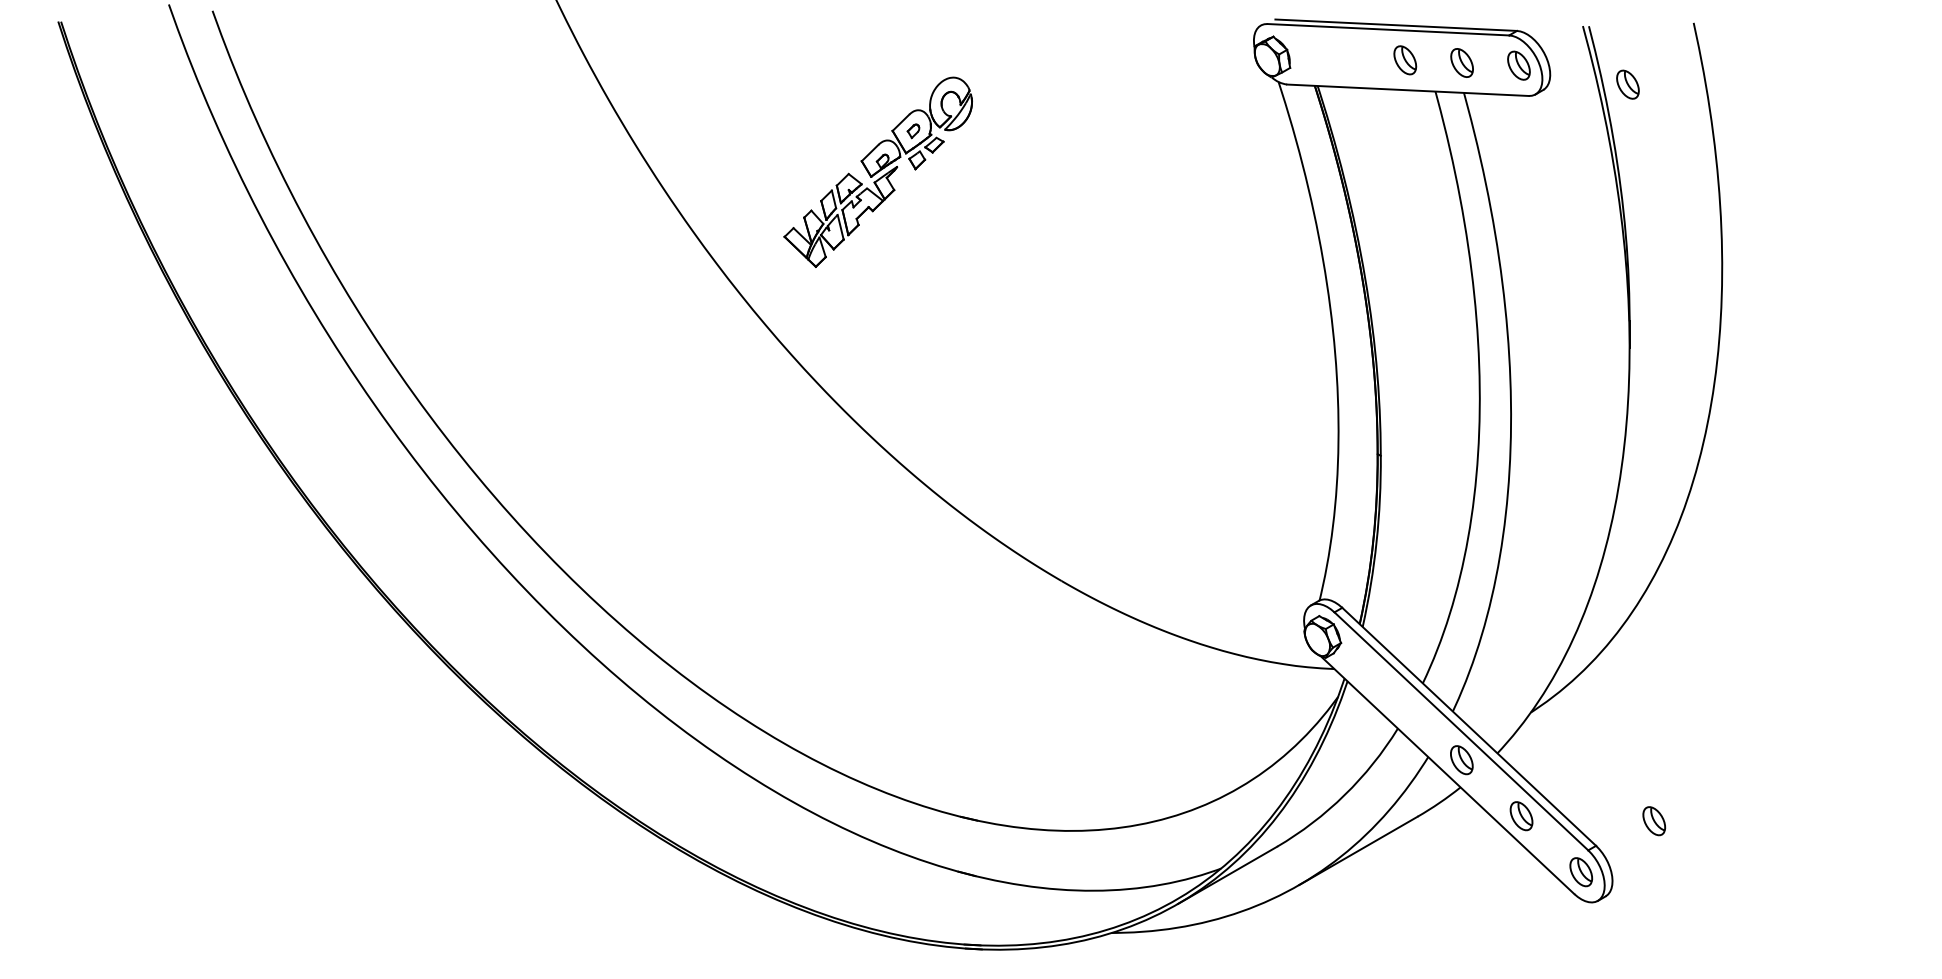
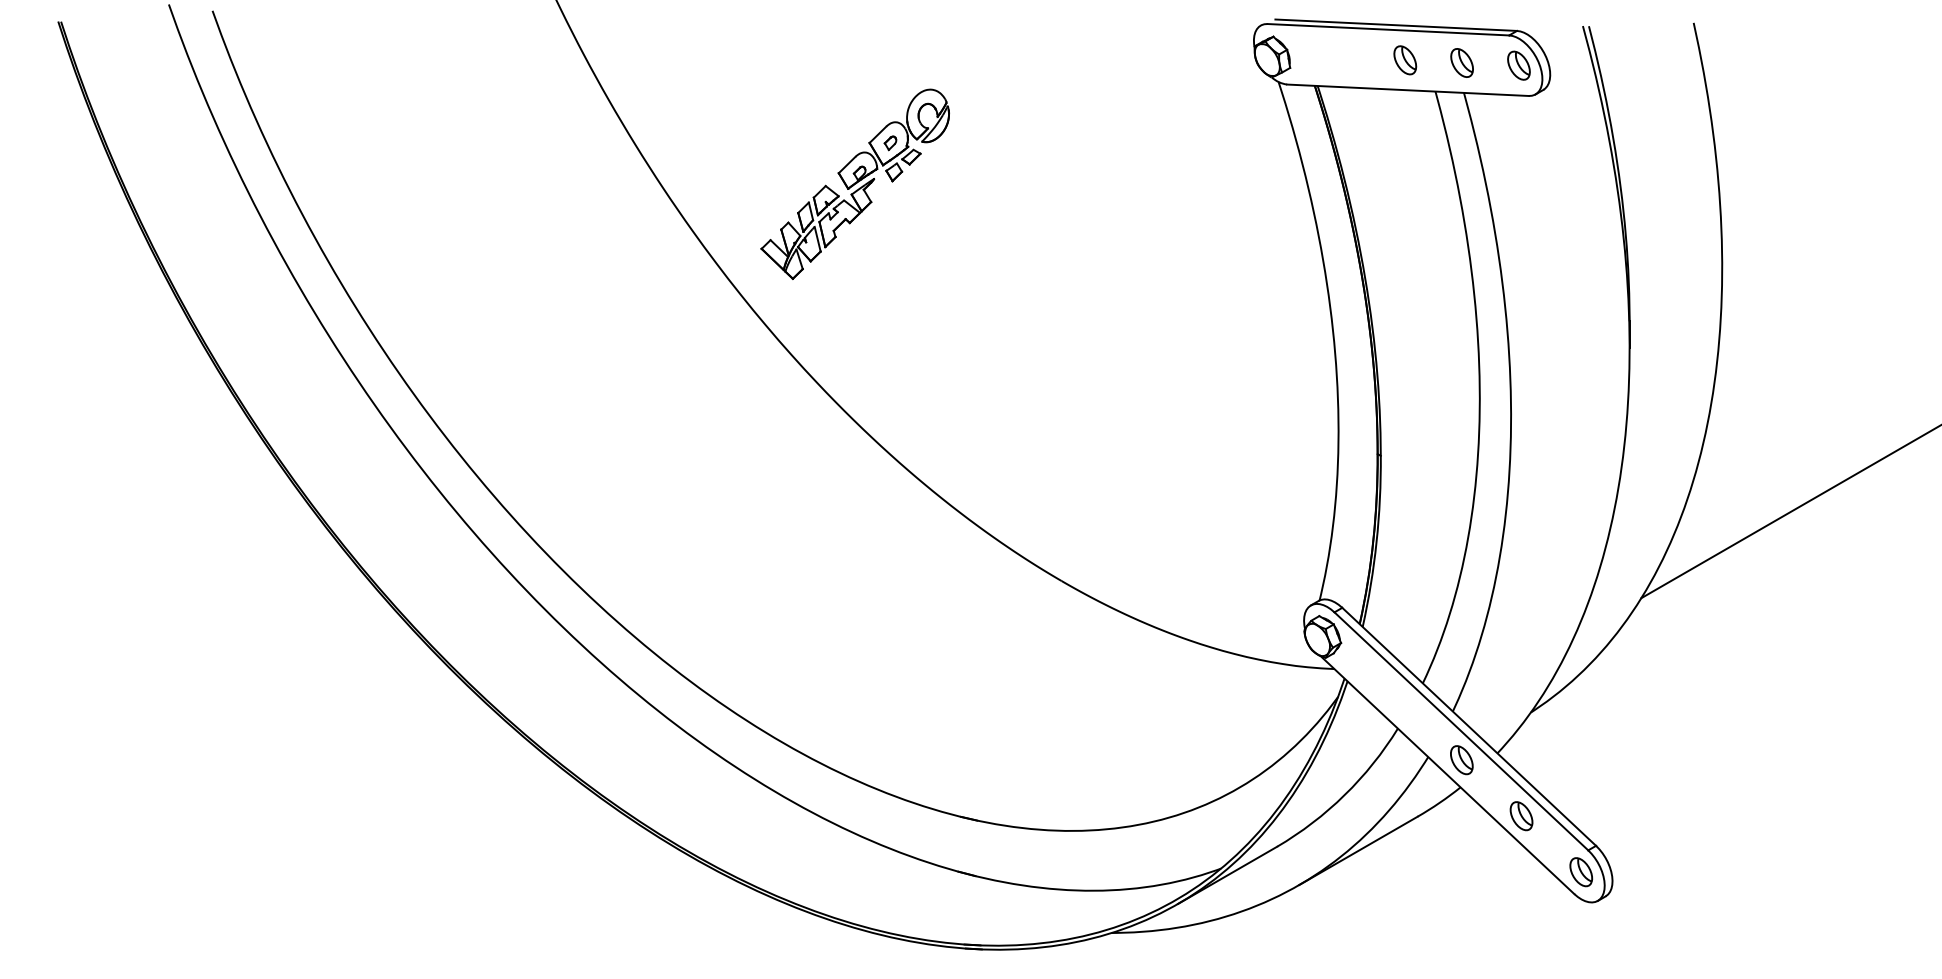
part at (1627, 84): present -> none
part at (877, 171) position: (877, 171) -> (854, 183)
line at (1789, 512): none -> present
part at (1654, 821): present -> none
